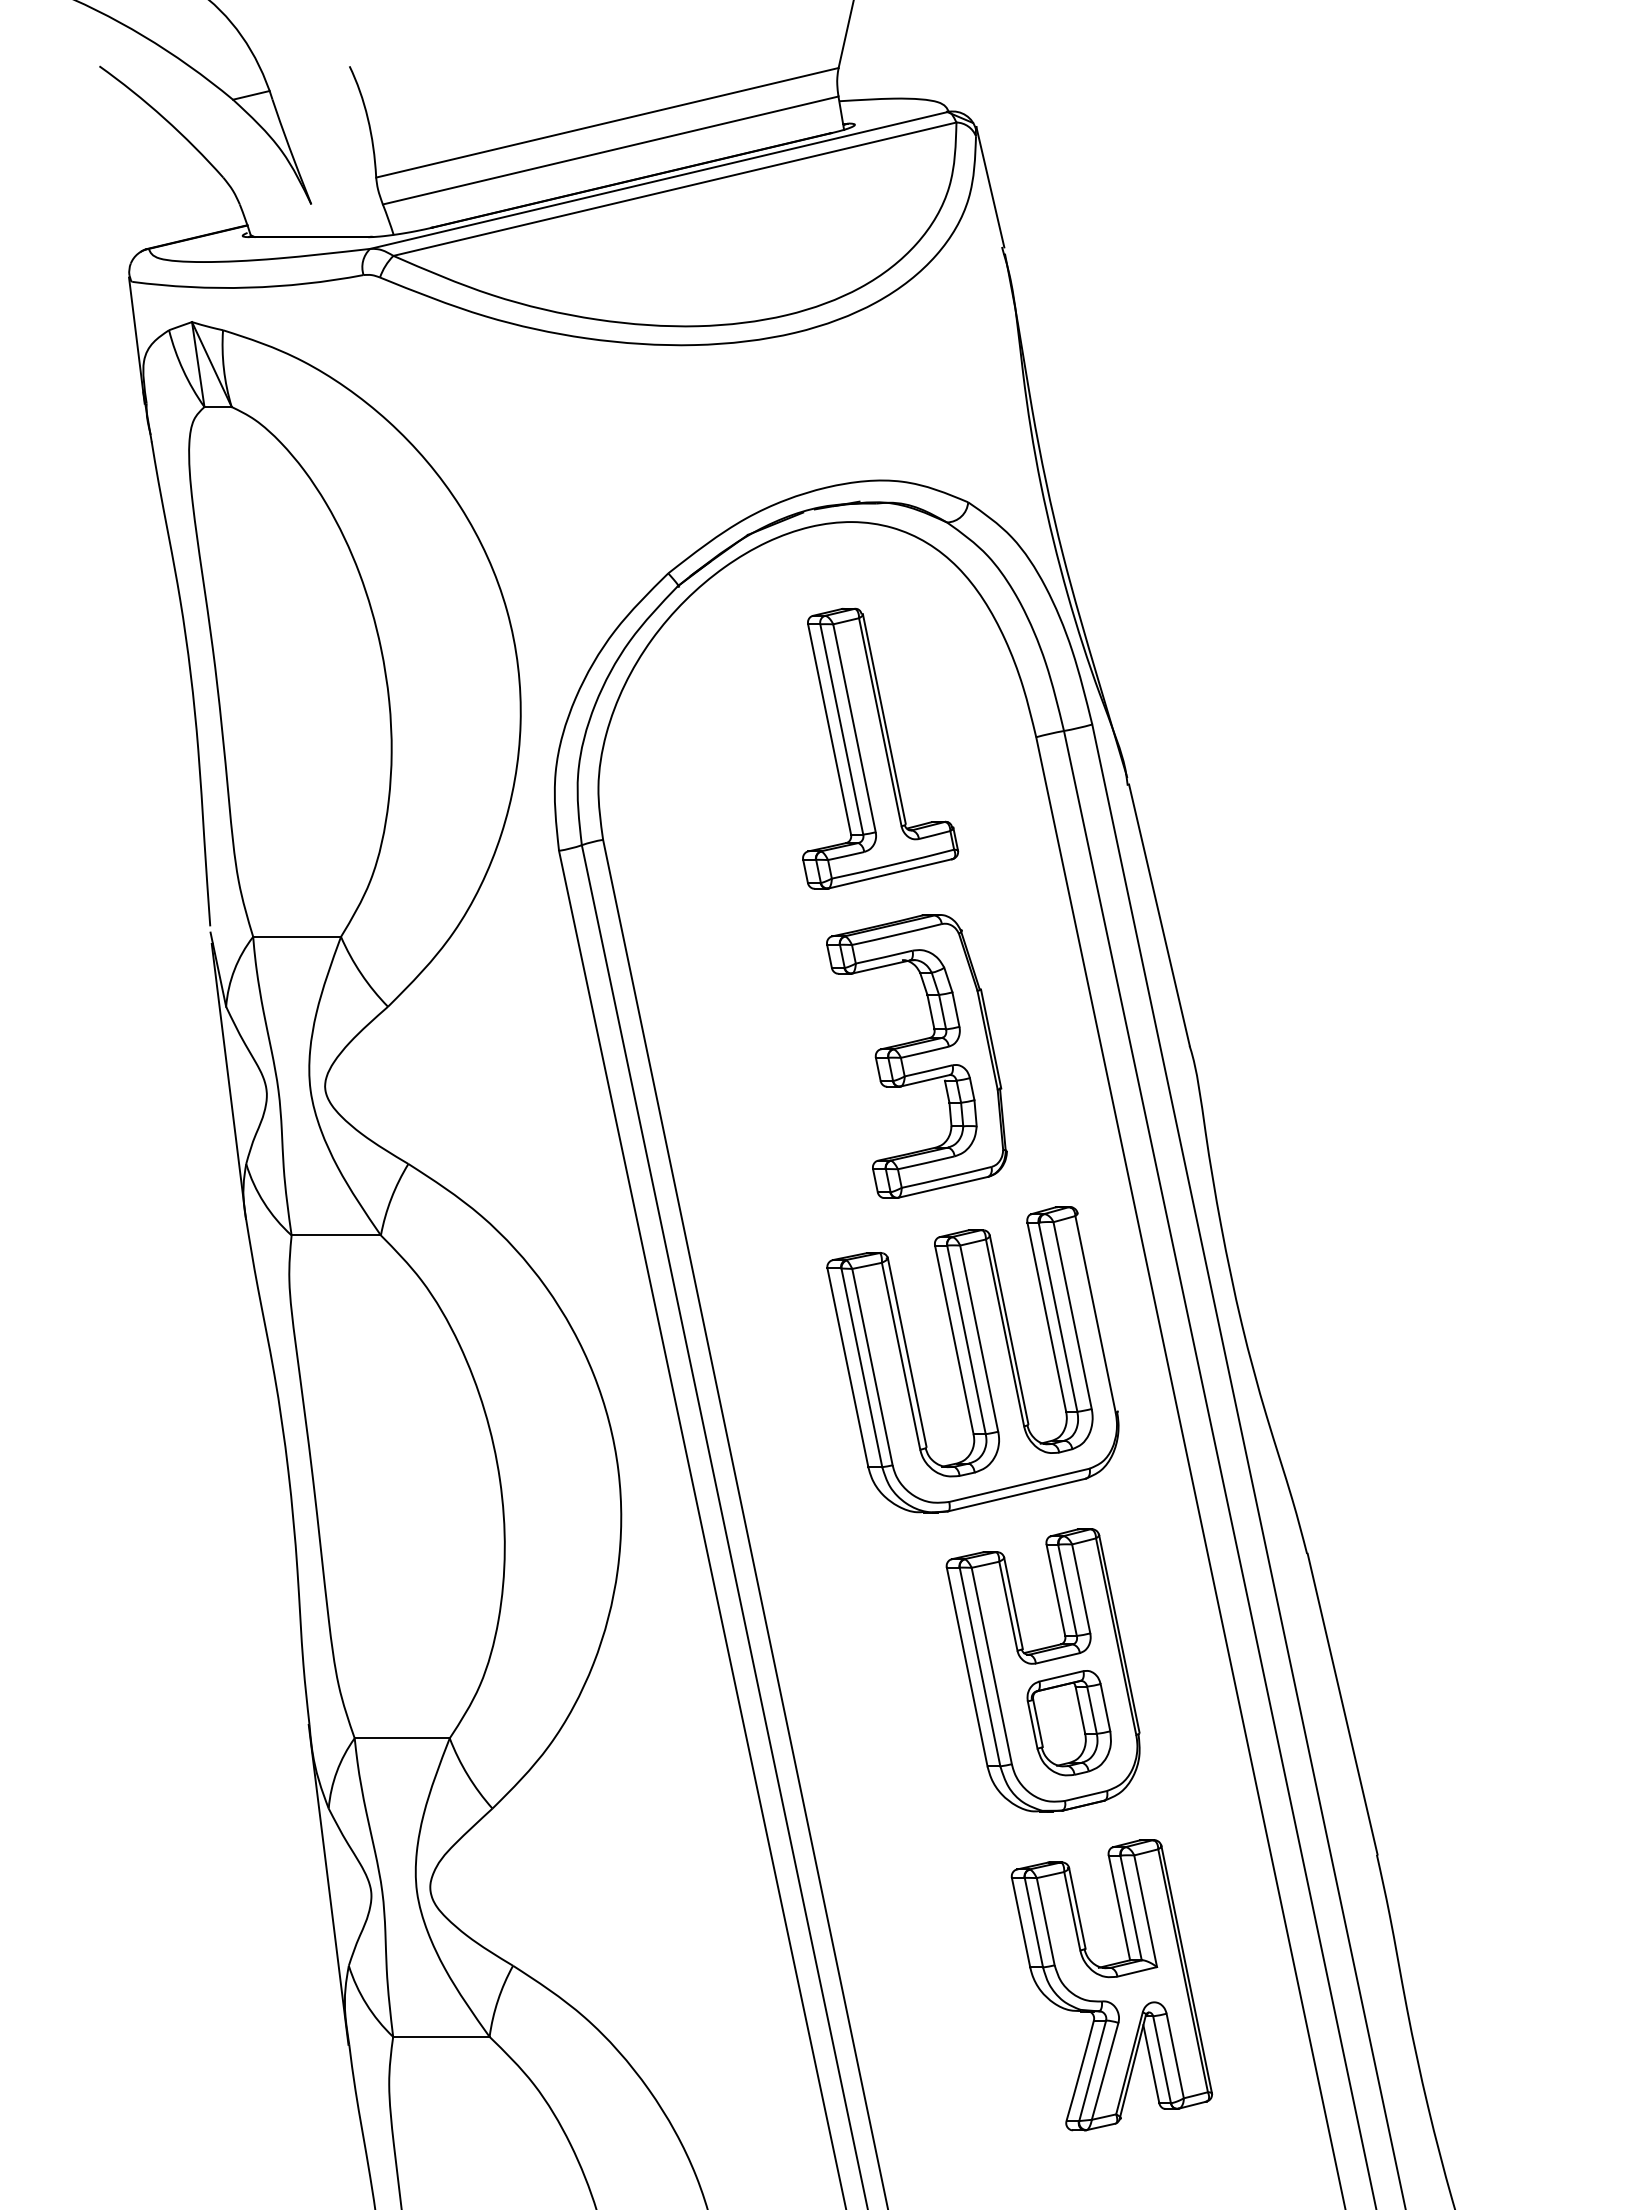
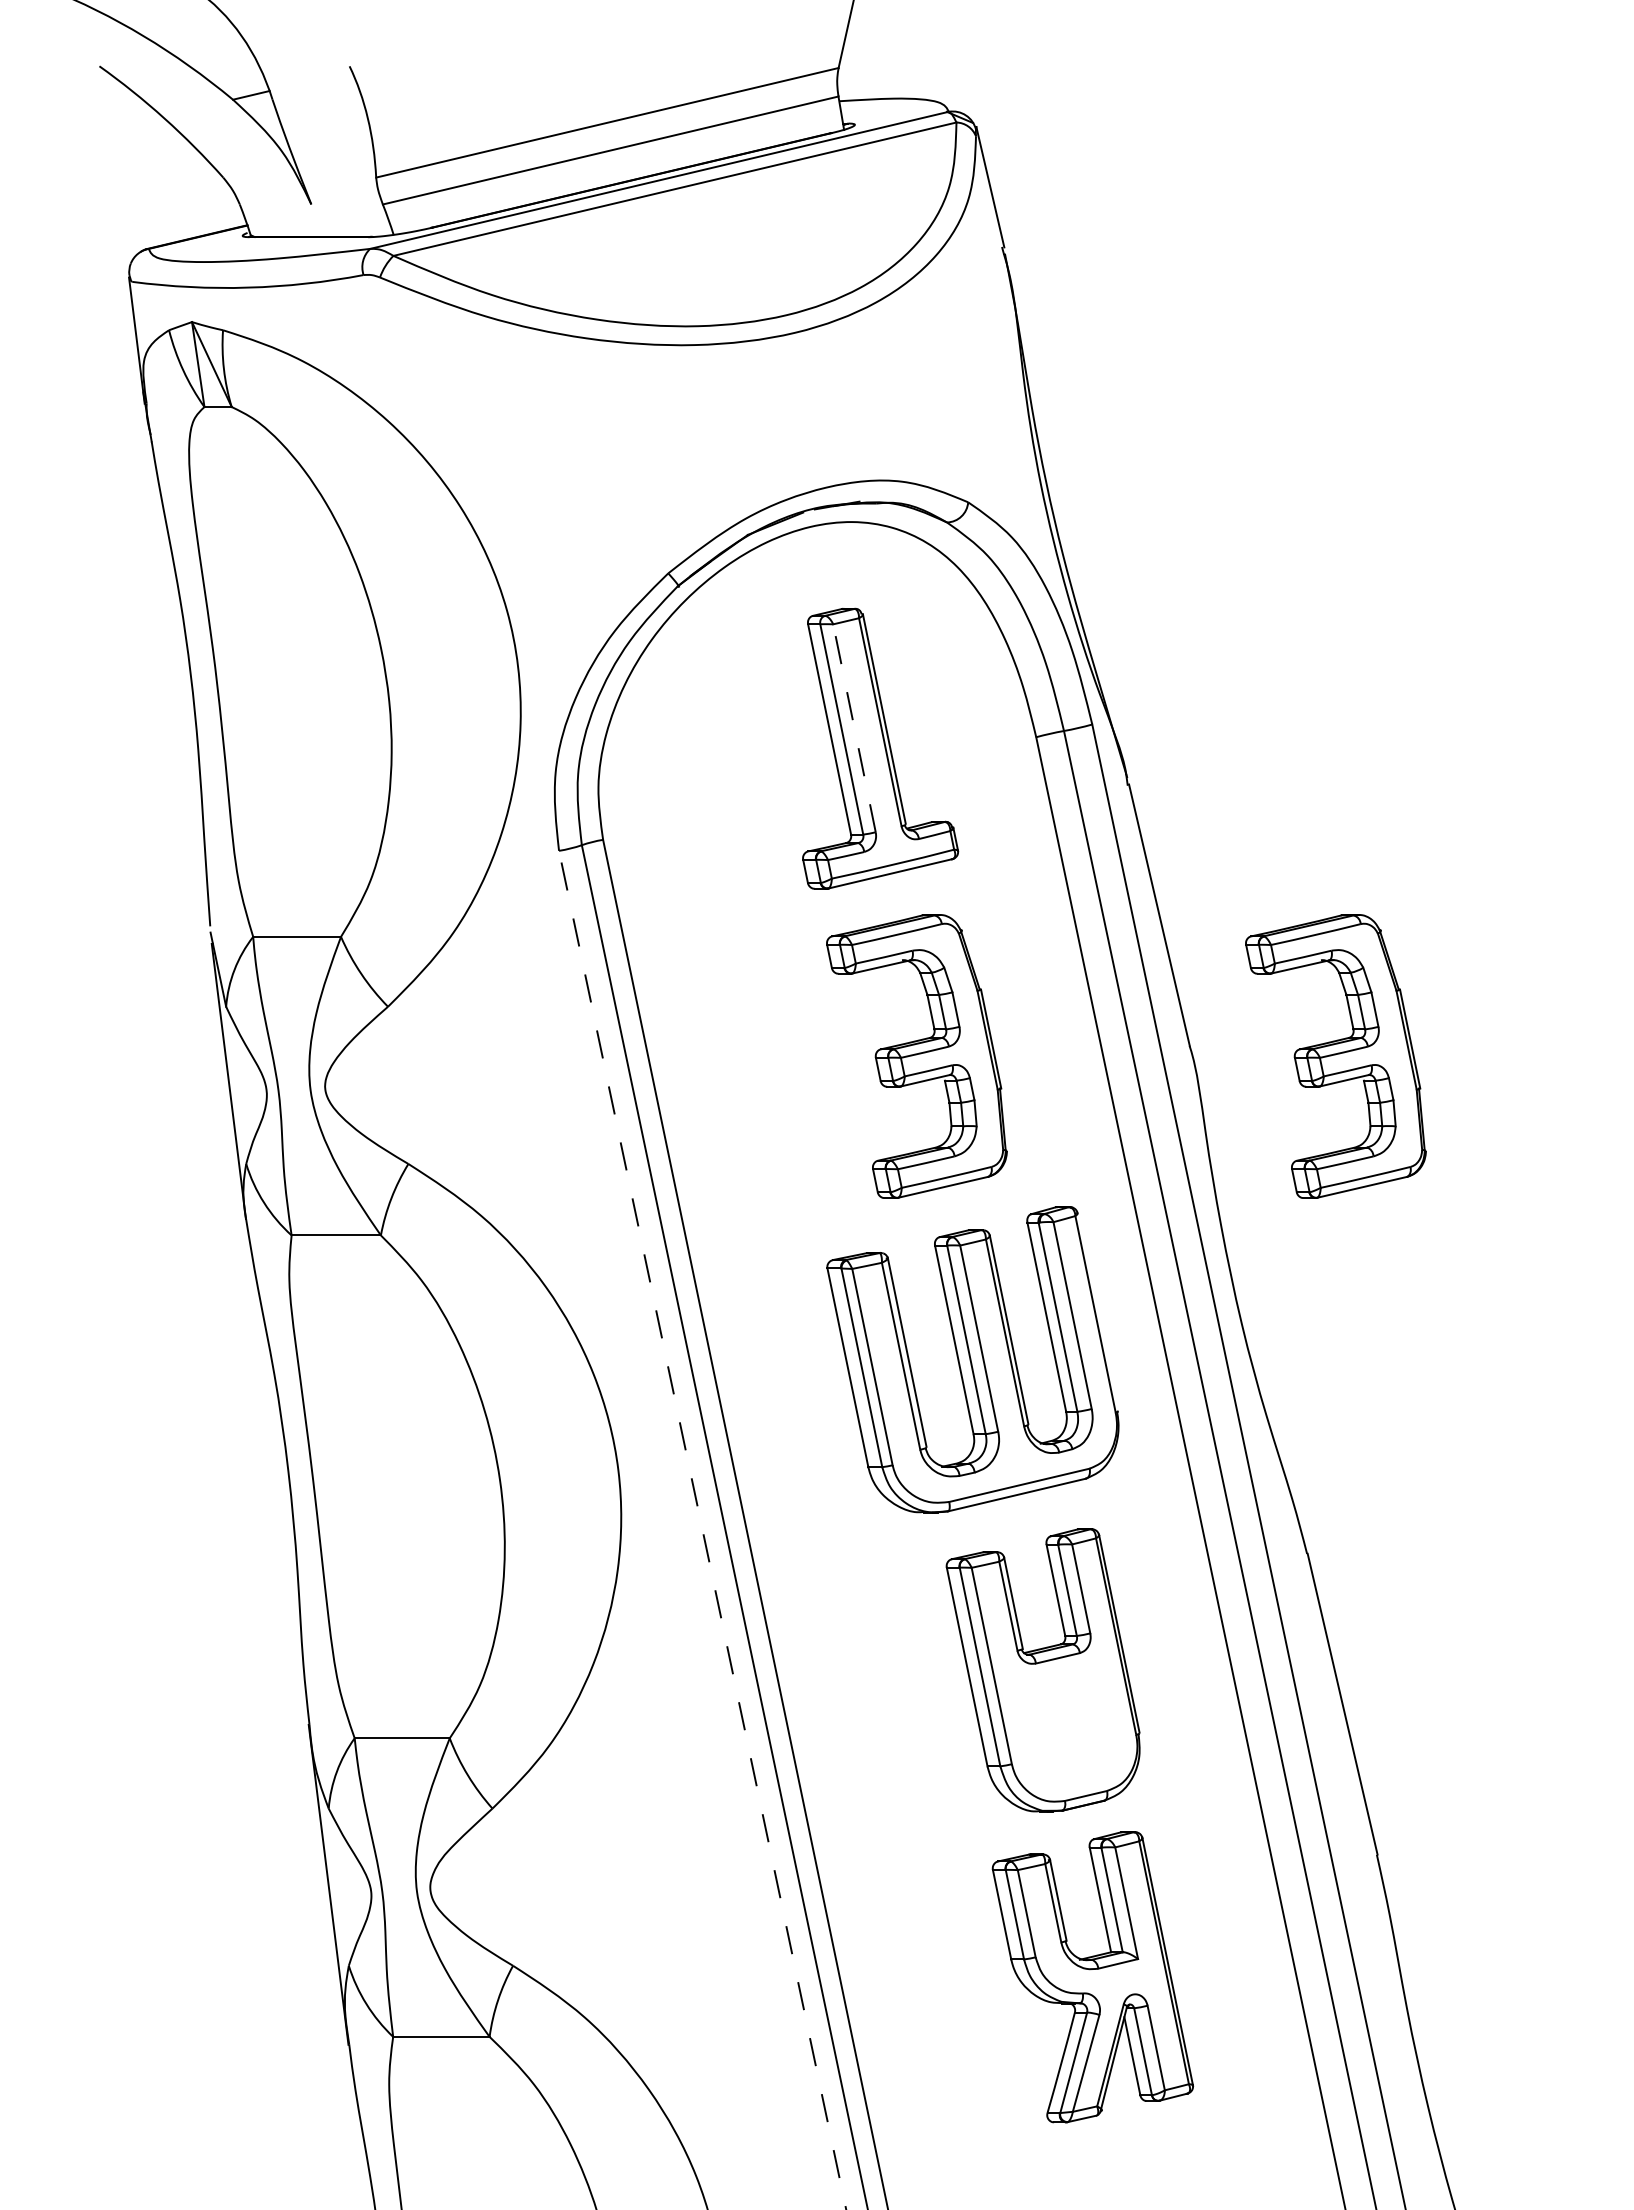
line at (854, 727): solid -> dashed
part at (1335, 1056): none -> present
line at (702, 1529): solid -> dashed
part at (1068, 1723): present -> none
part at (1111, 1985) position: (1111, 1985) -> (1092, 1977)
